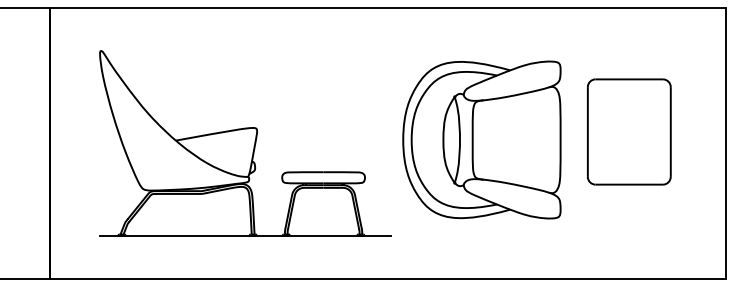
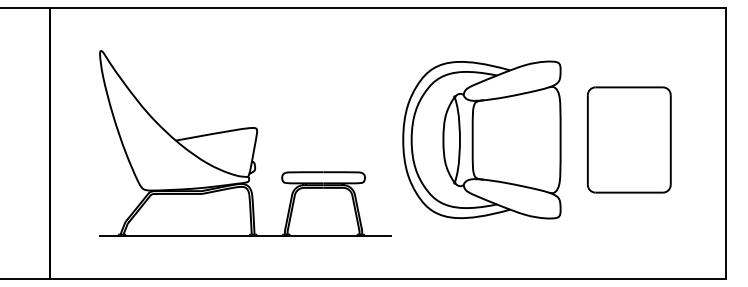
part at (629, 131) position: (629, 131) -> (629, 139)
